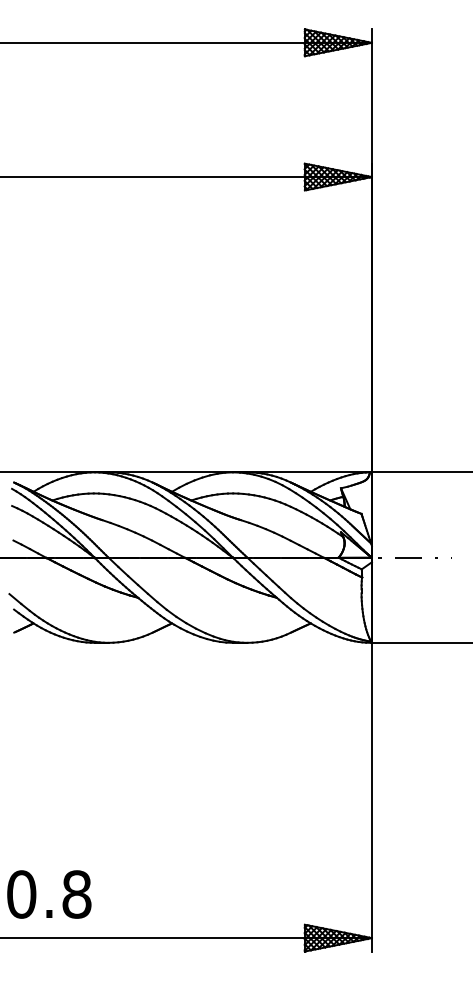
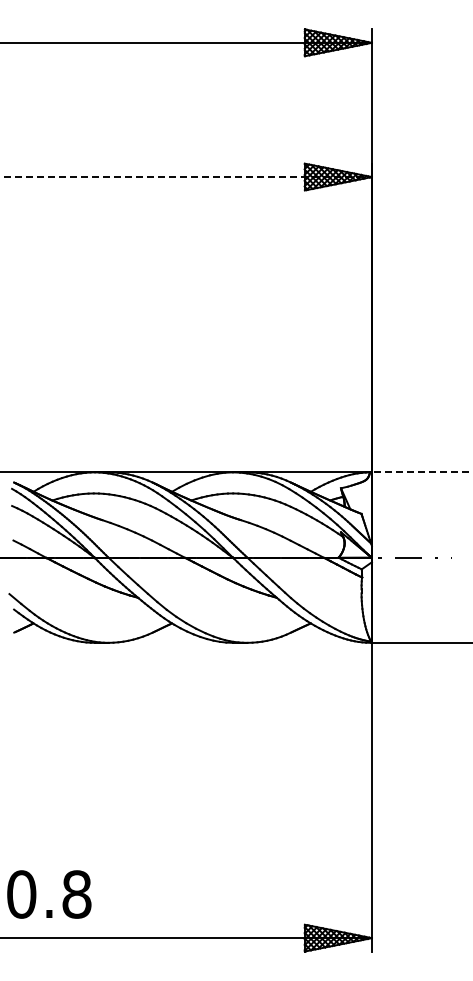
line at (186, 177): solid -> dashed
line at (421, 472): solid -> dashed
